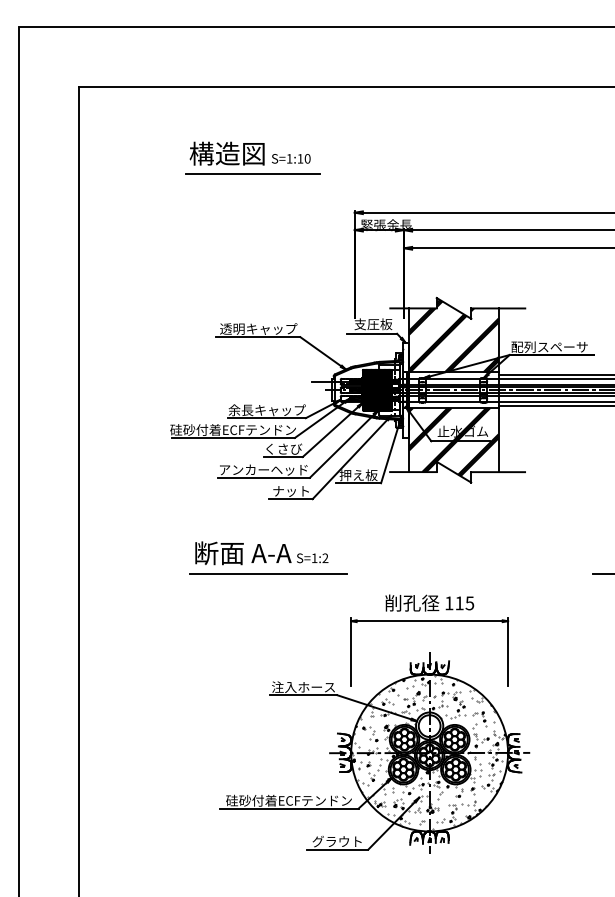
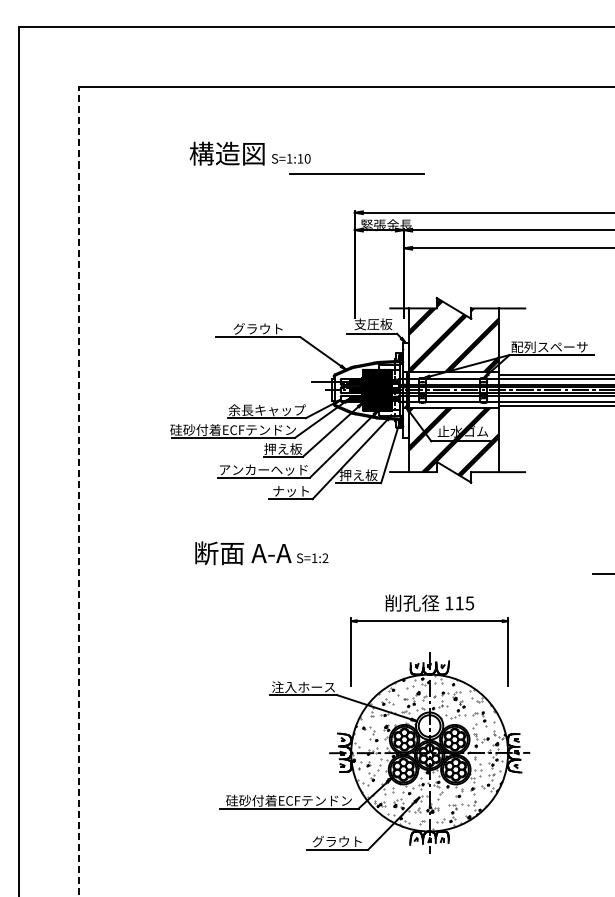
line at (252, 173) position: (252, 173) -> (356, 173)
text at (258, 328): 透明キャップ -> グラウト
text at (283, 448): くさび -> 押え板
line at (78, 491): solid -> dashed
line at (268, 573): present -> none
